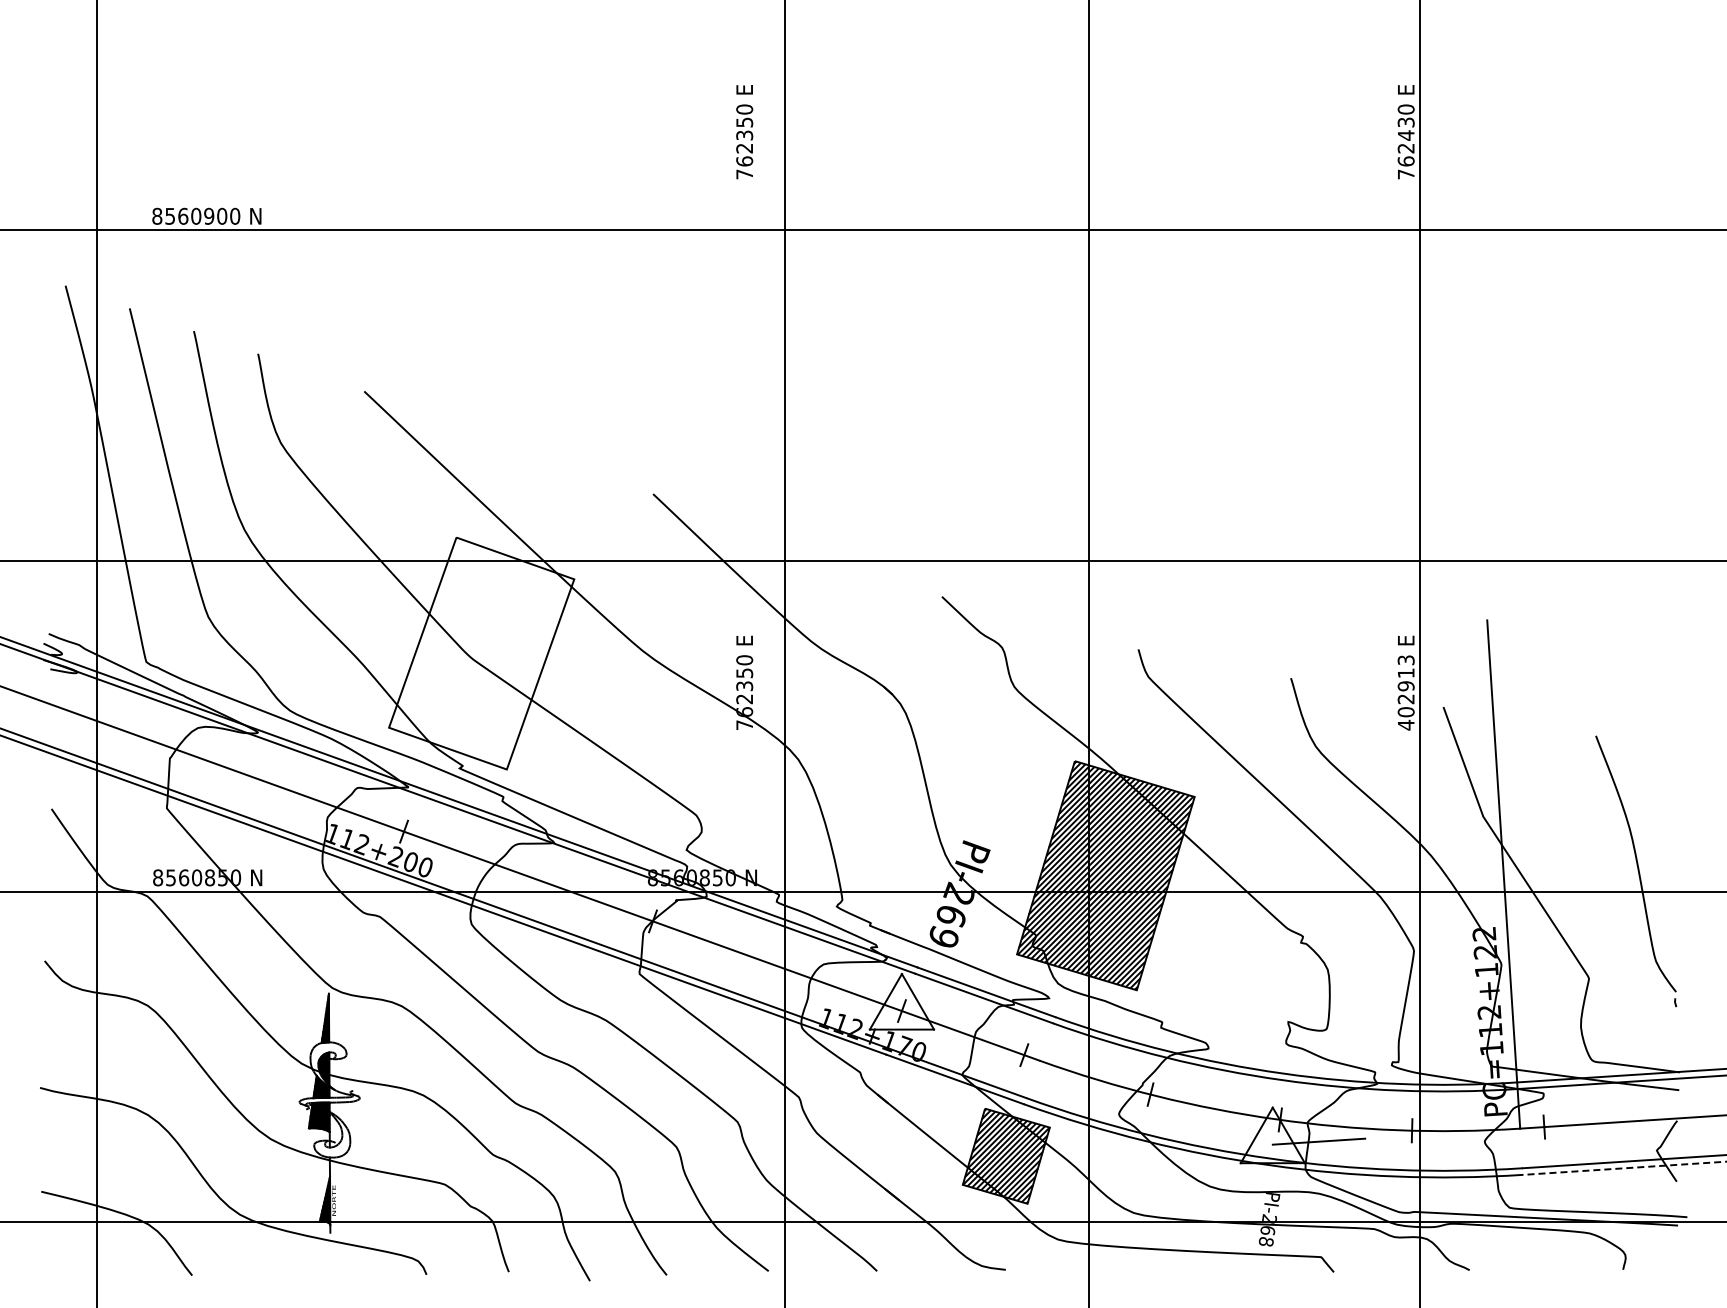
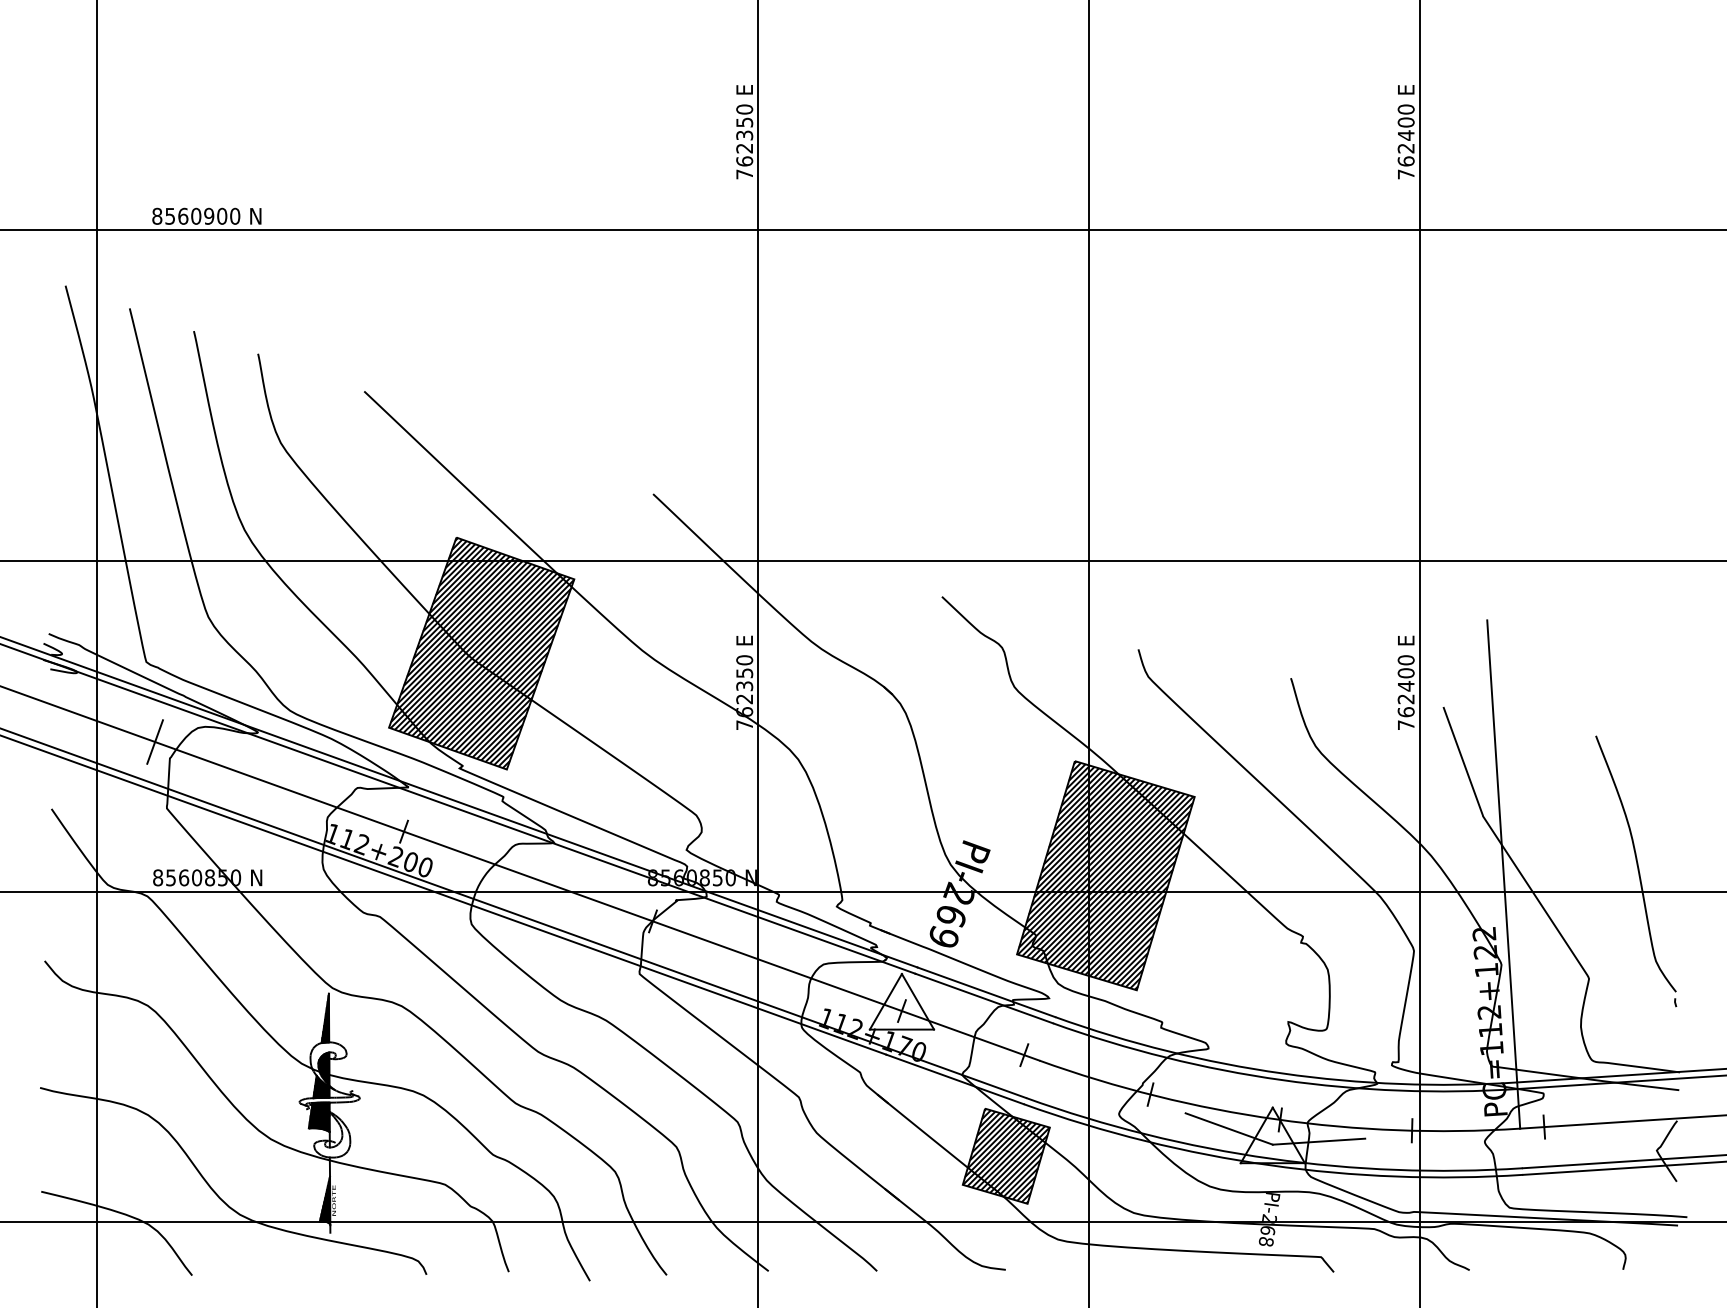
text at (1405, 122): 762430 -> 762400
hatch at (482, 653): none -> present
line at (785, 653) position: (785, 653) -> (758, 653)
text at (1405, 692): 402913 -> 762400
line at (154, 741): none -> present
line at (1228, 1128): none -> present
line at (1624, 1168): dashed -> solid
